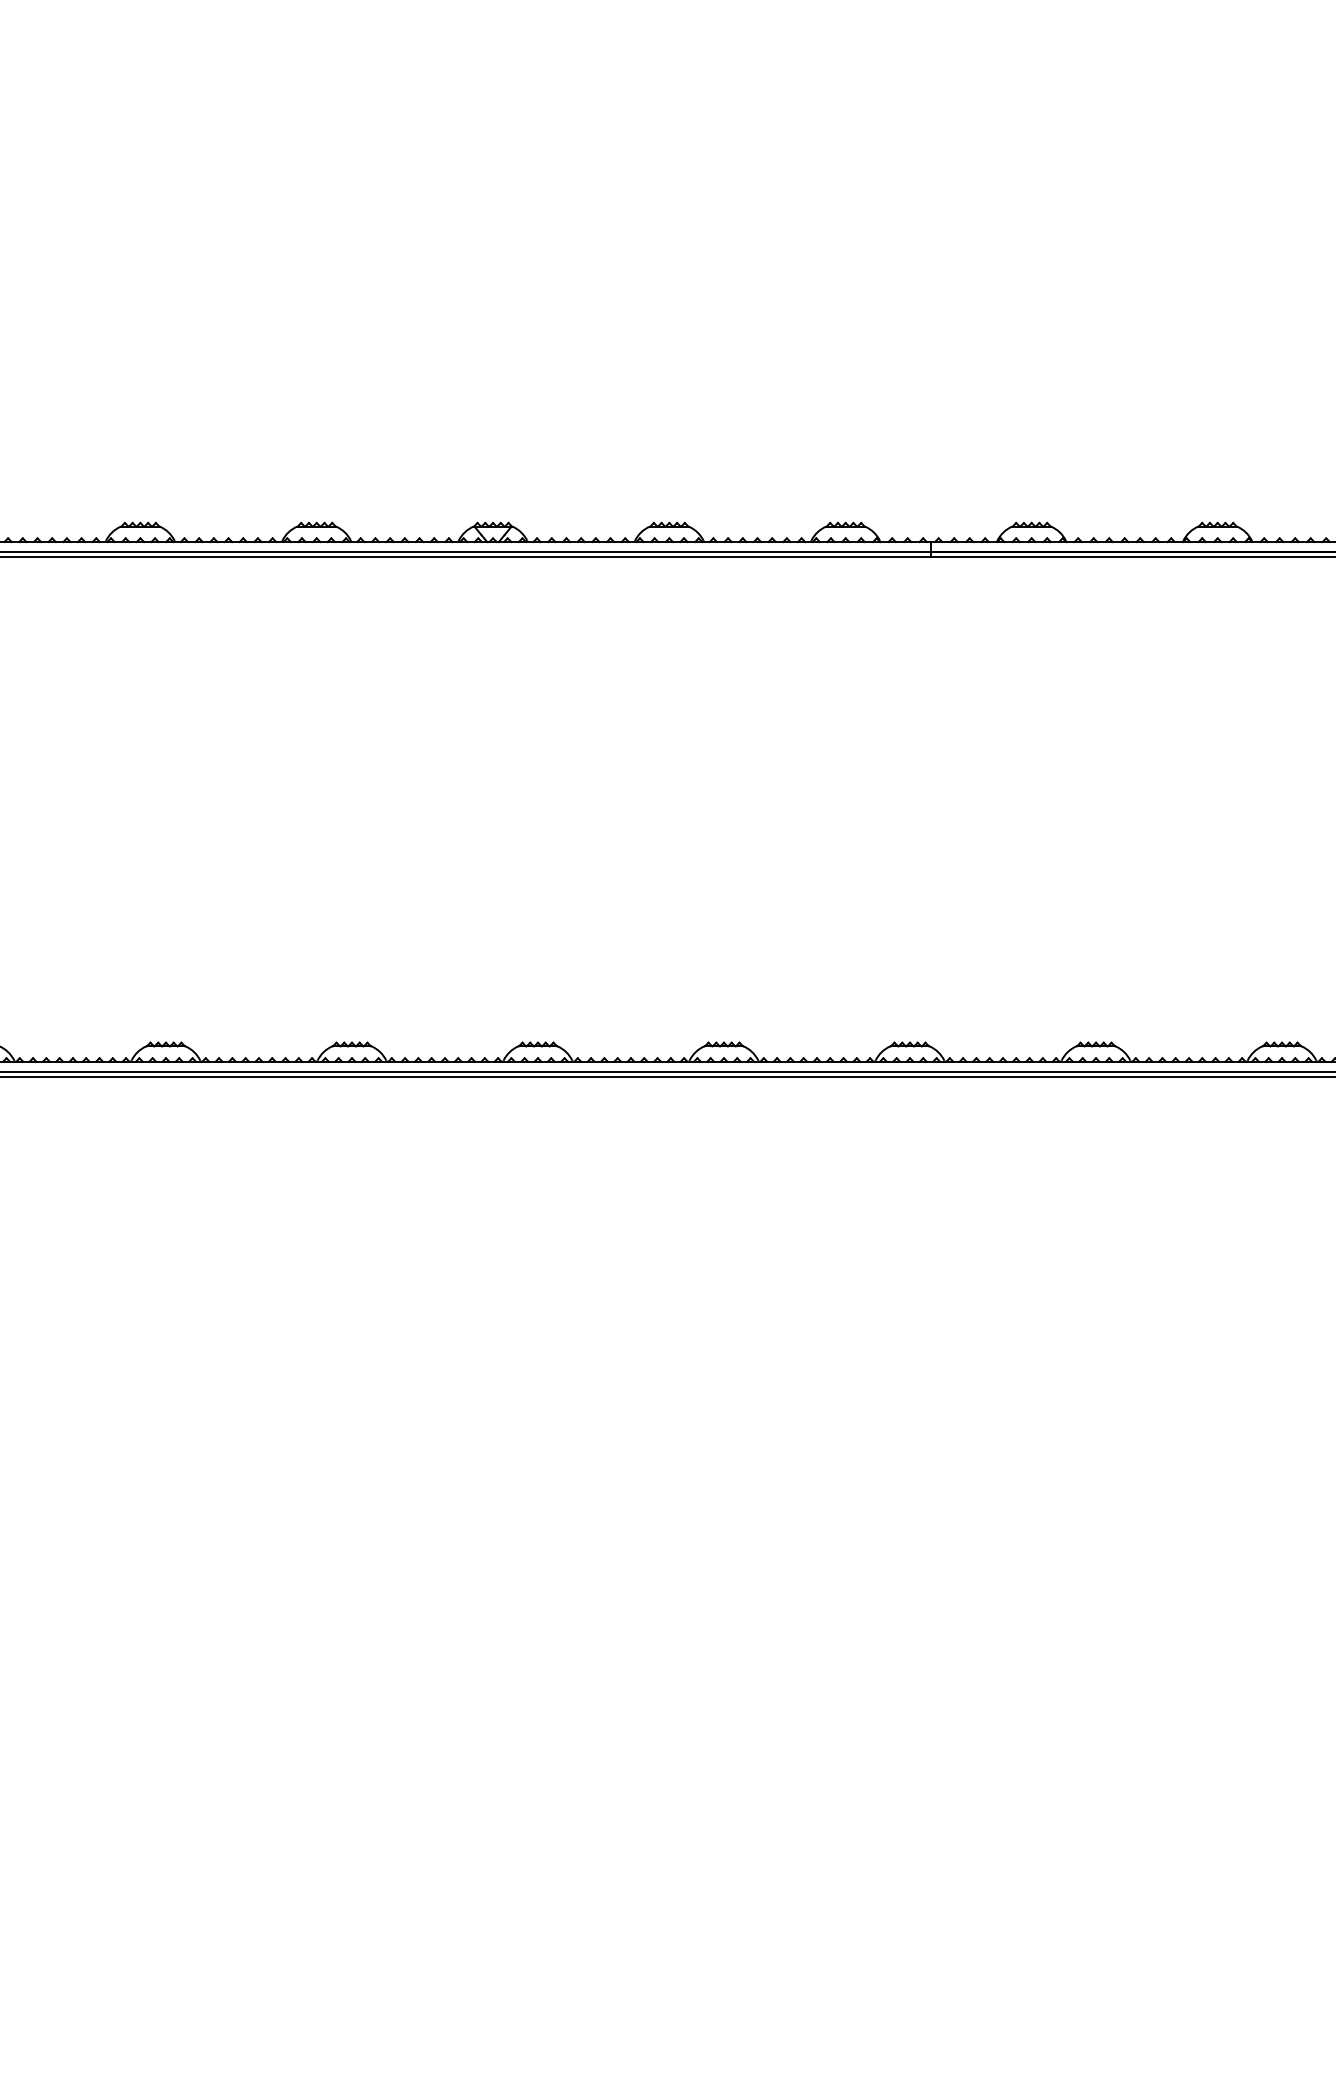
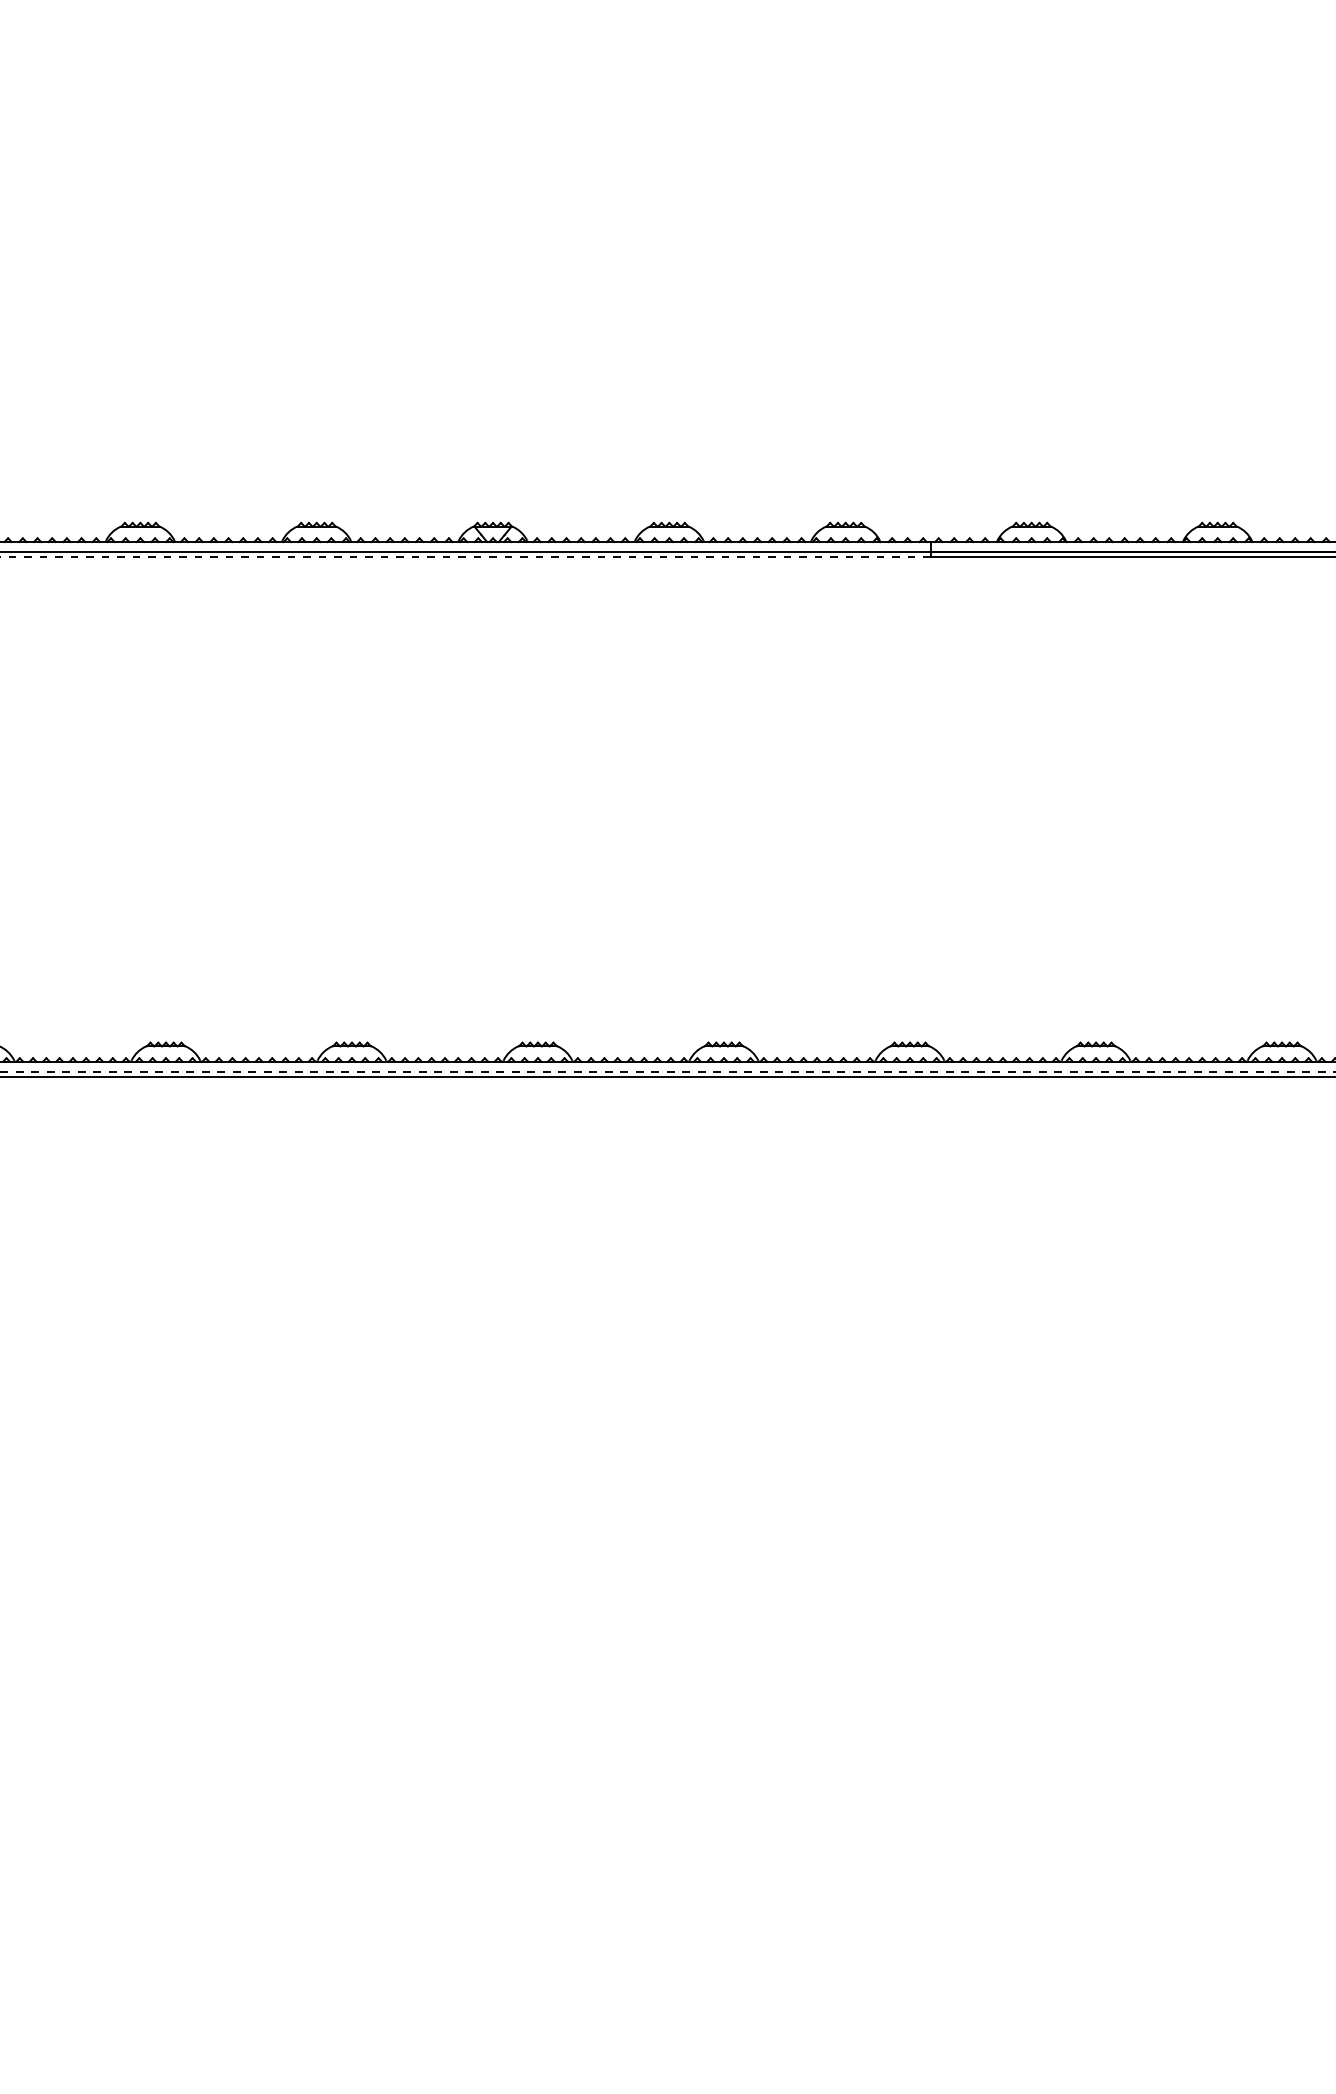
line at (466, 557): solid -> dashed
line at (668, 1072): solid -> dashed
